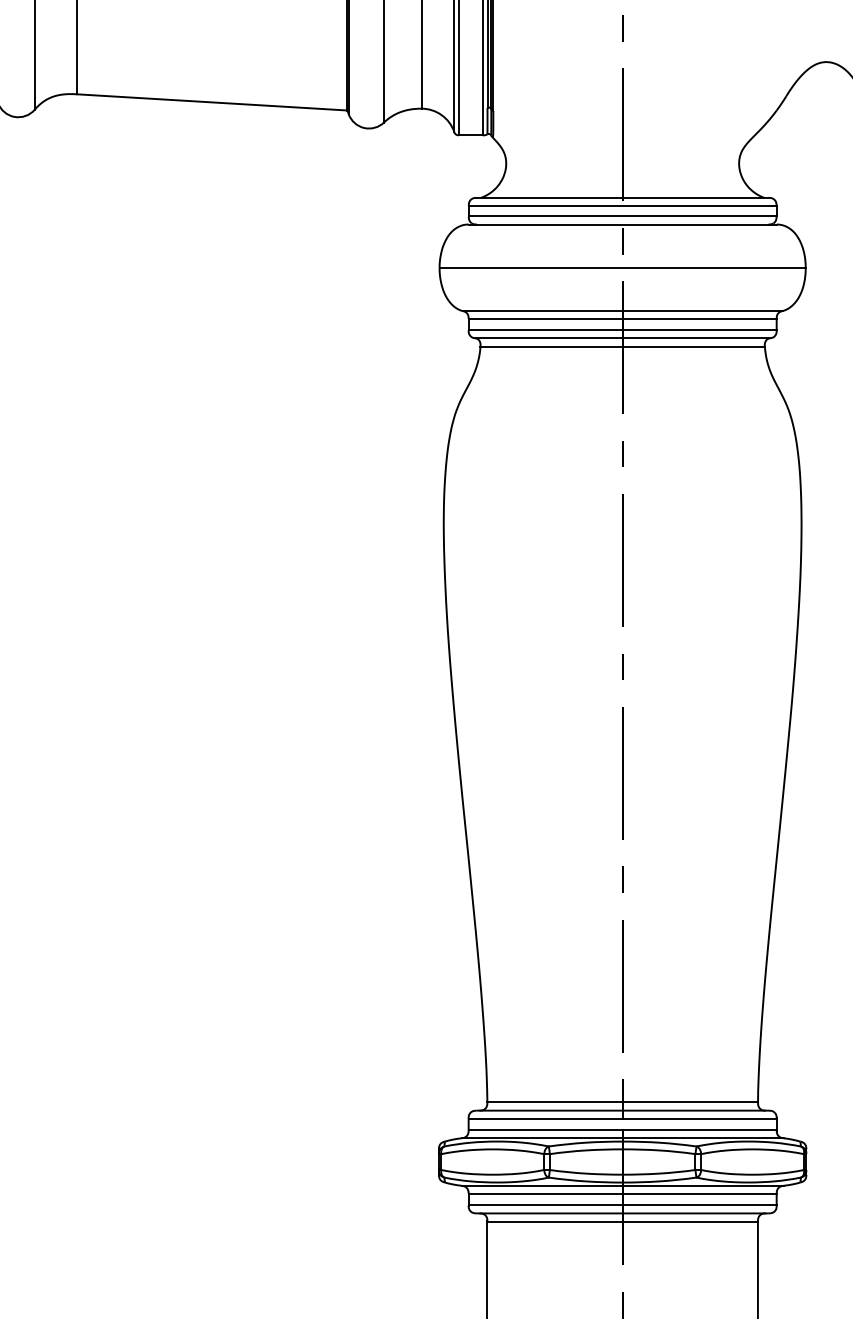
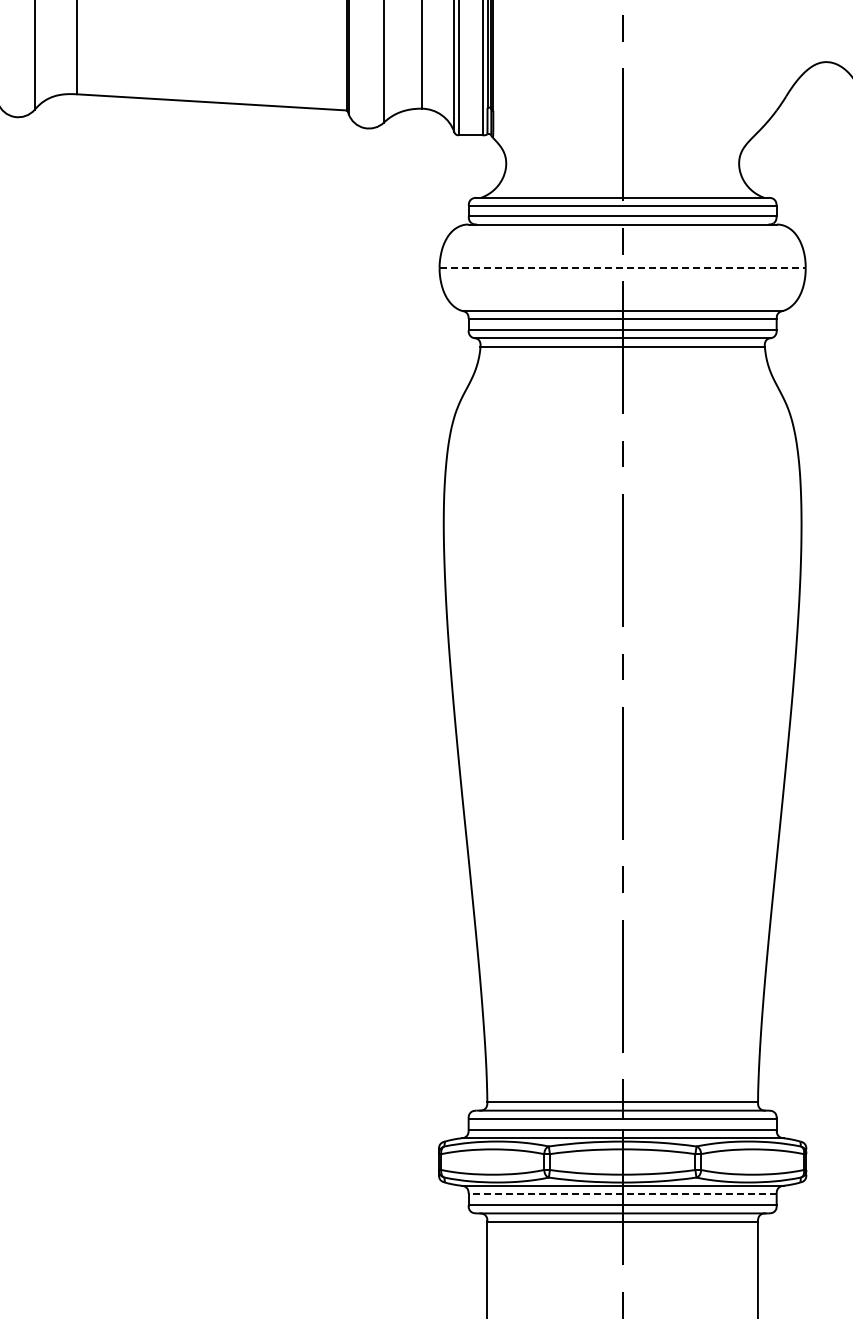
line at (623, 268): solid -> dashed
line at (622, 1193): solid -> dashed
